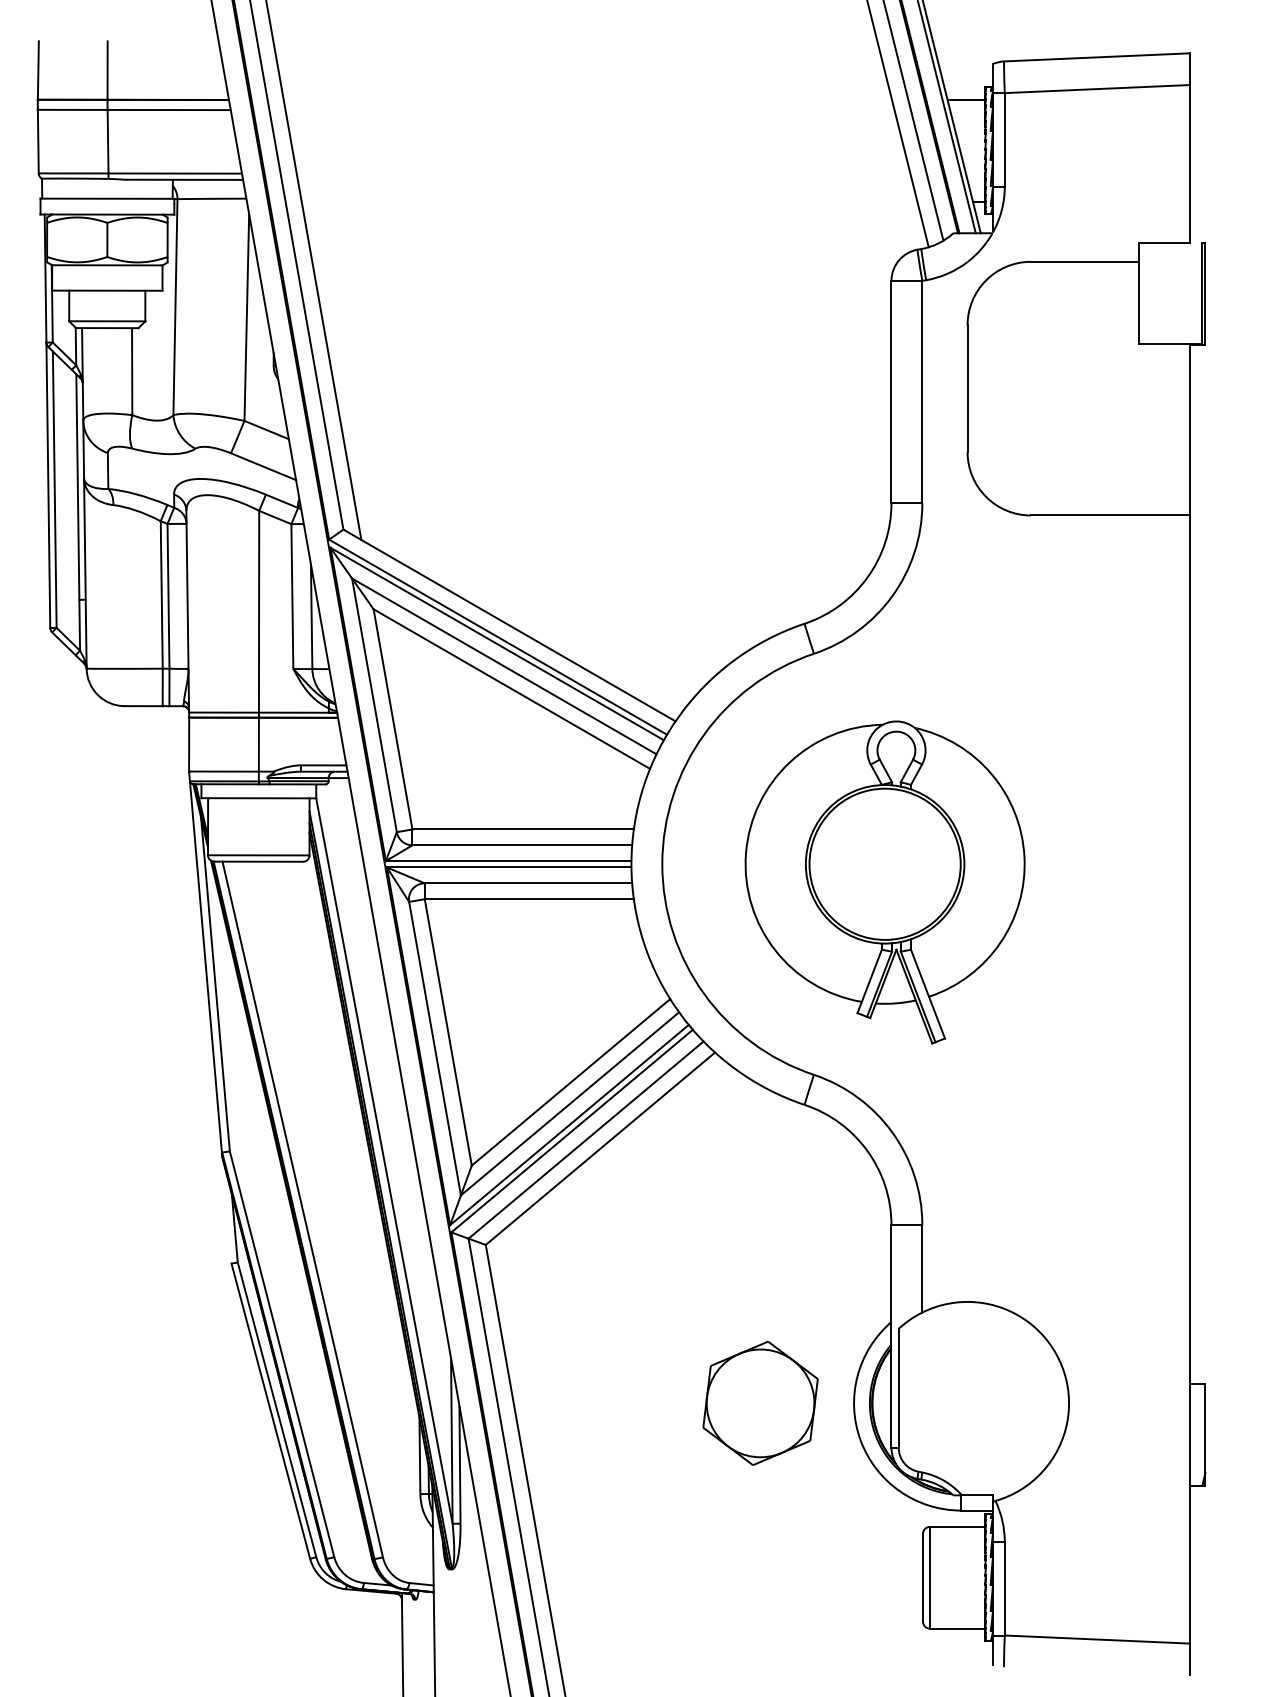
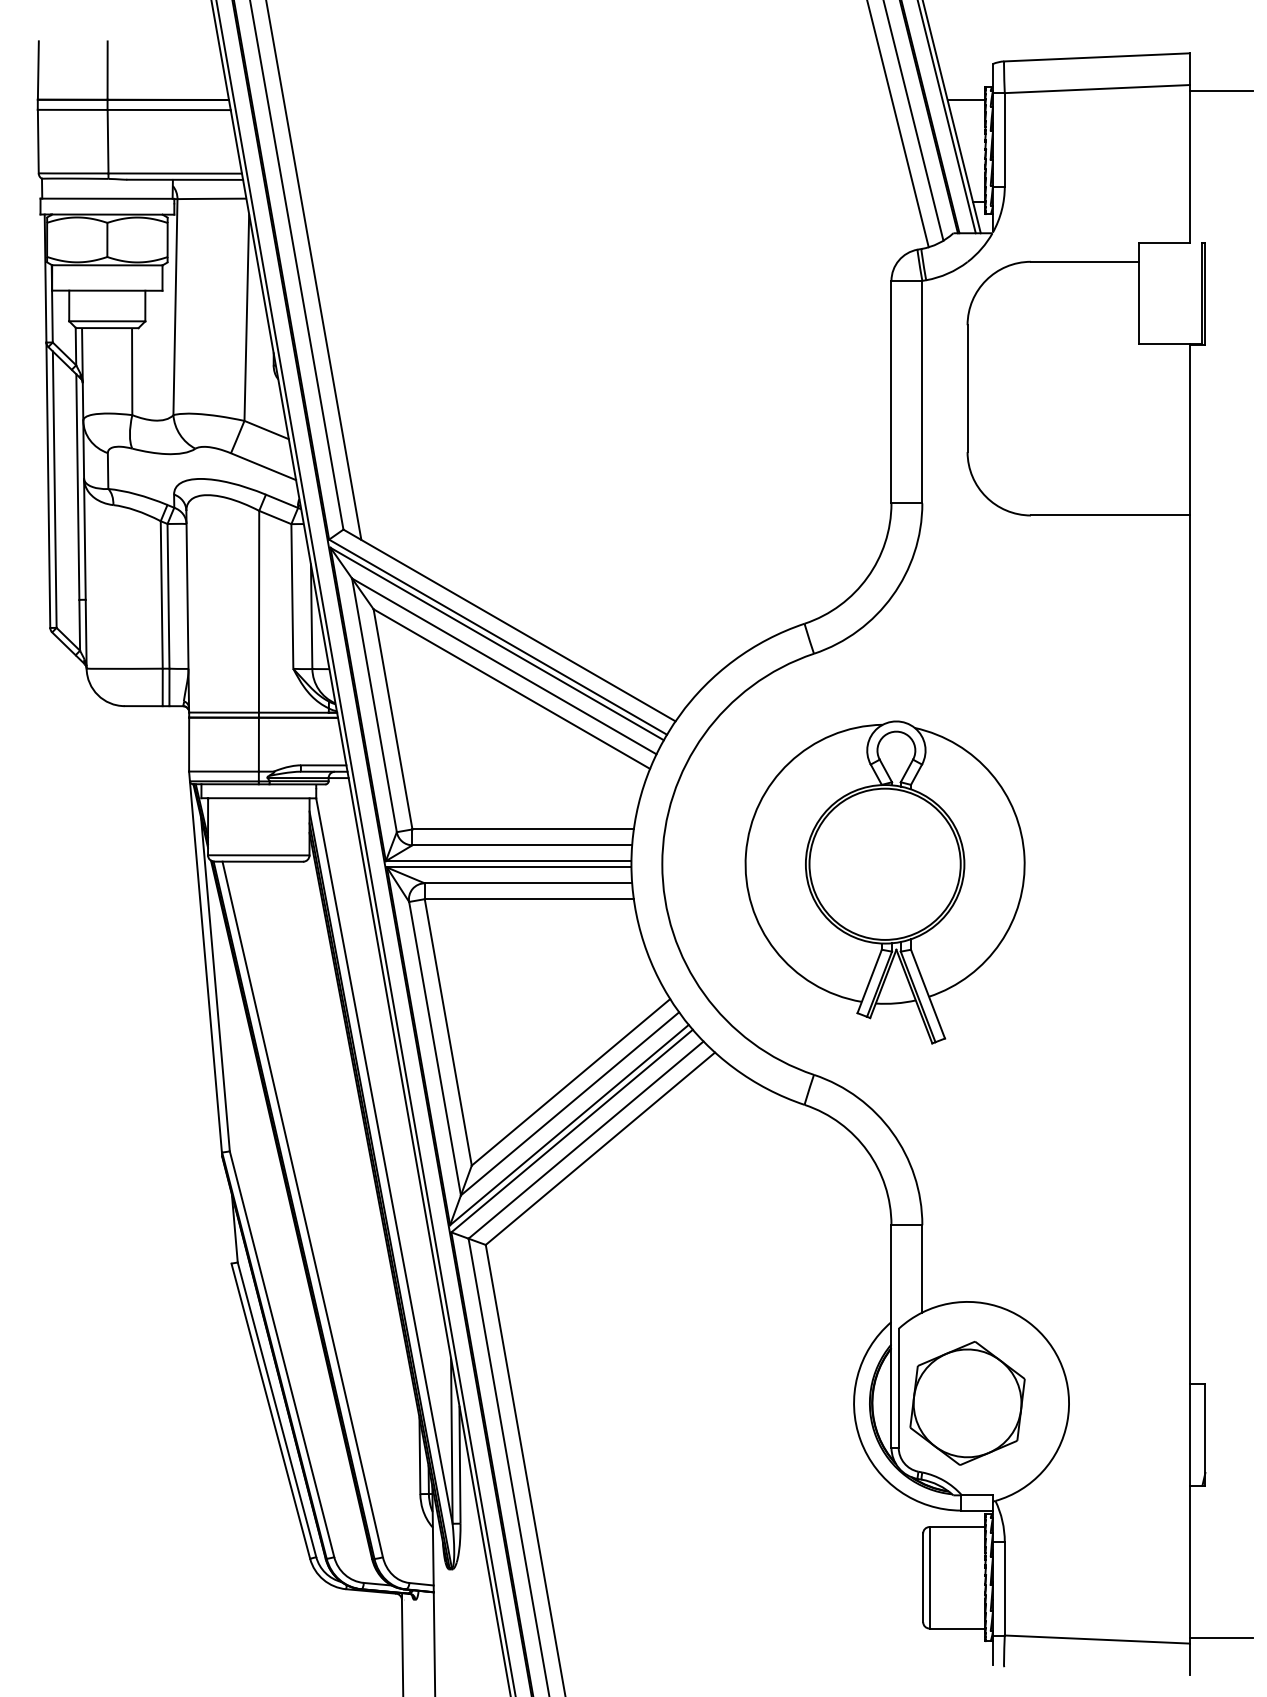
line at (1220, 90): none -> present
line at (365, 847): none -> present
part at (760, 1403) position: (760, 1403) -> (967, 1403)
line at (1220, 1638): none -> present
